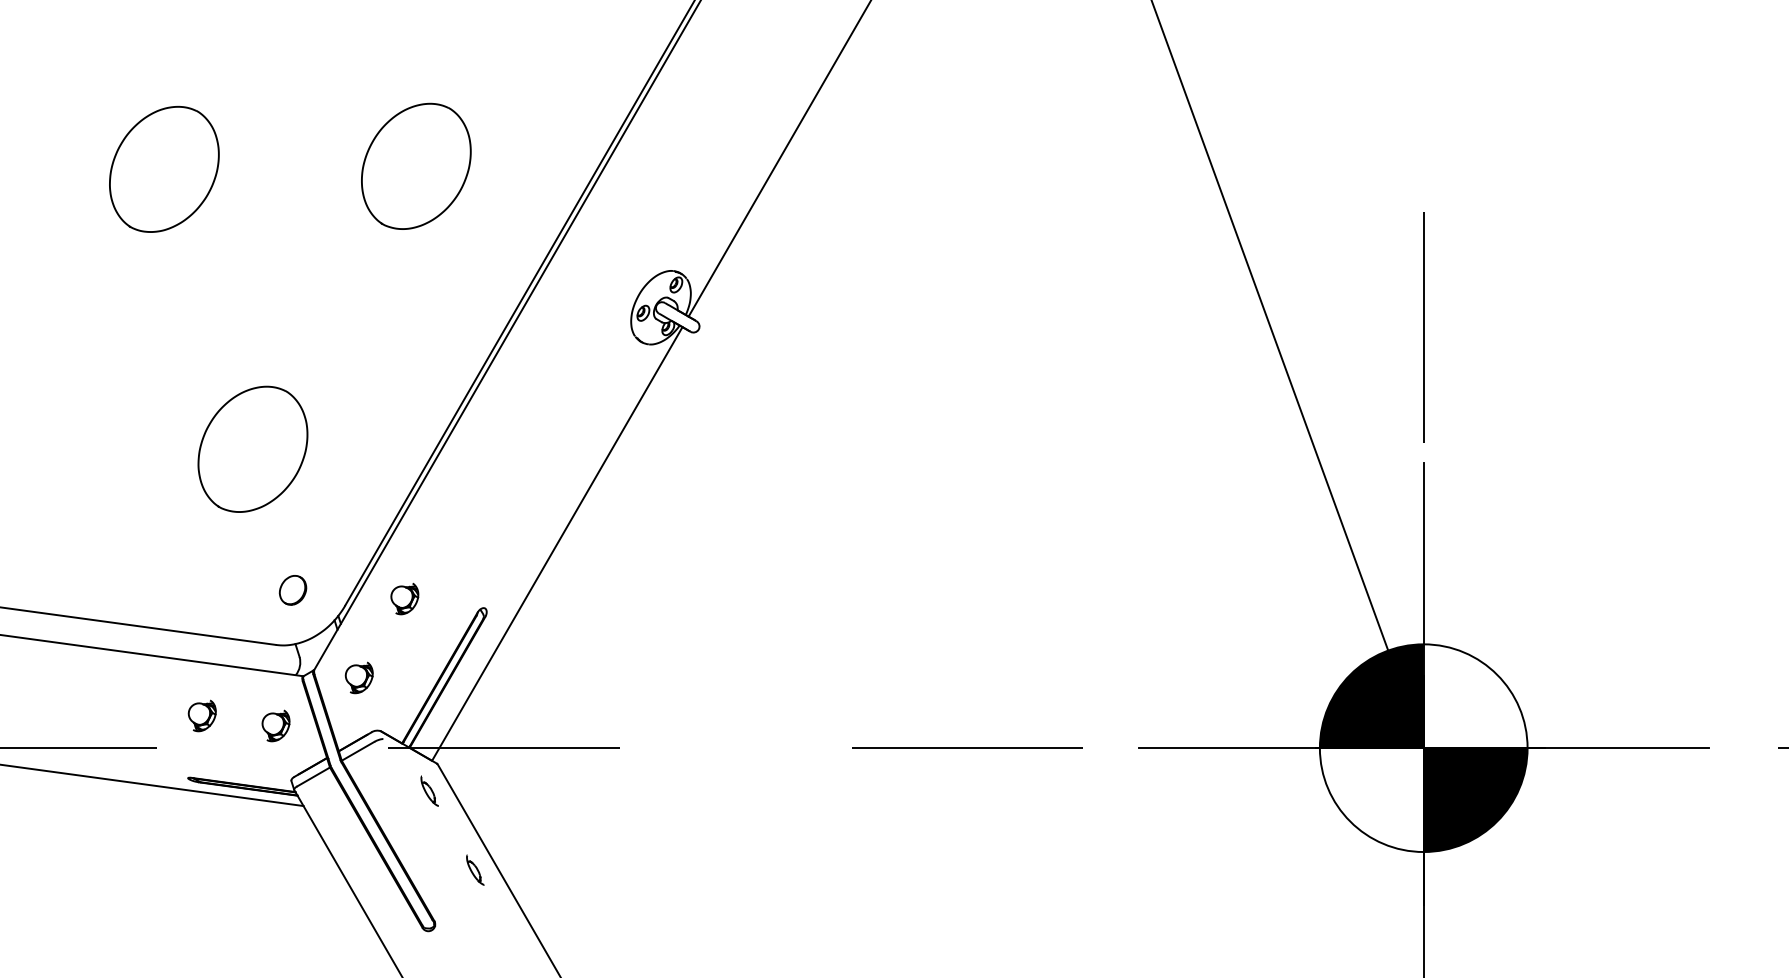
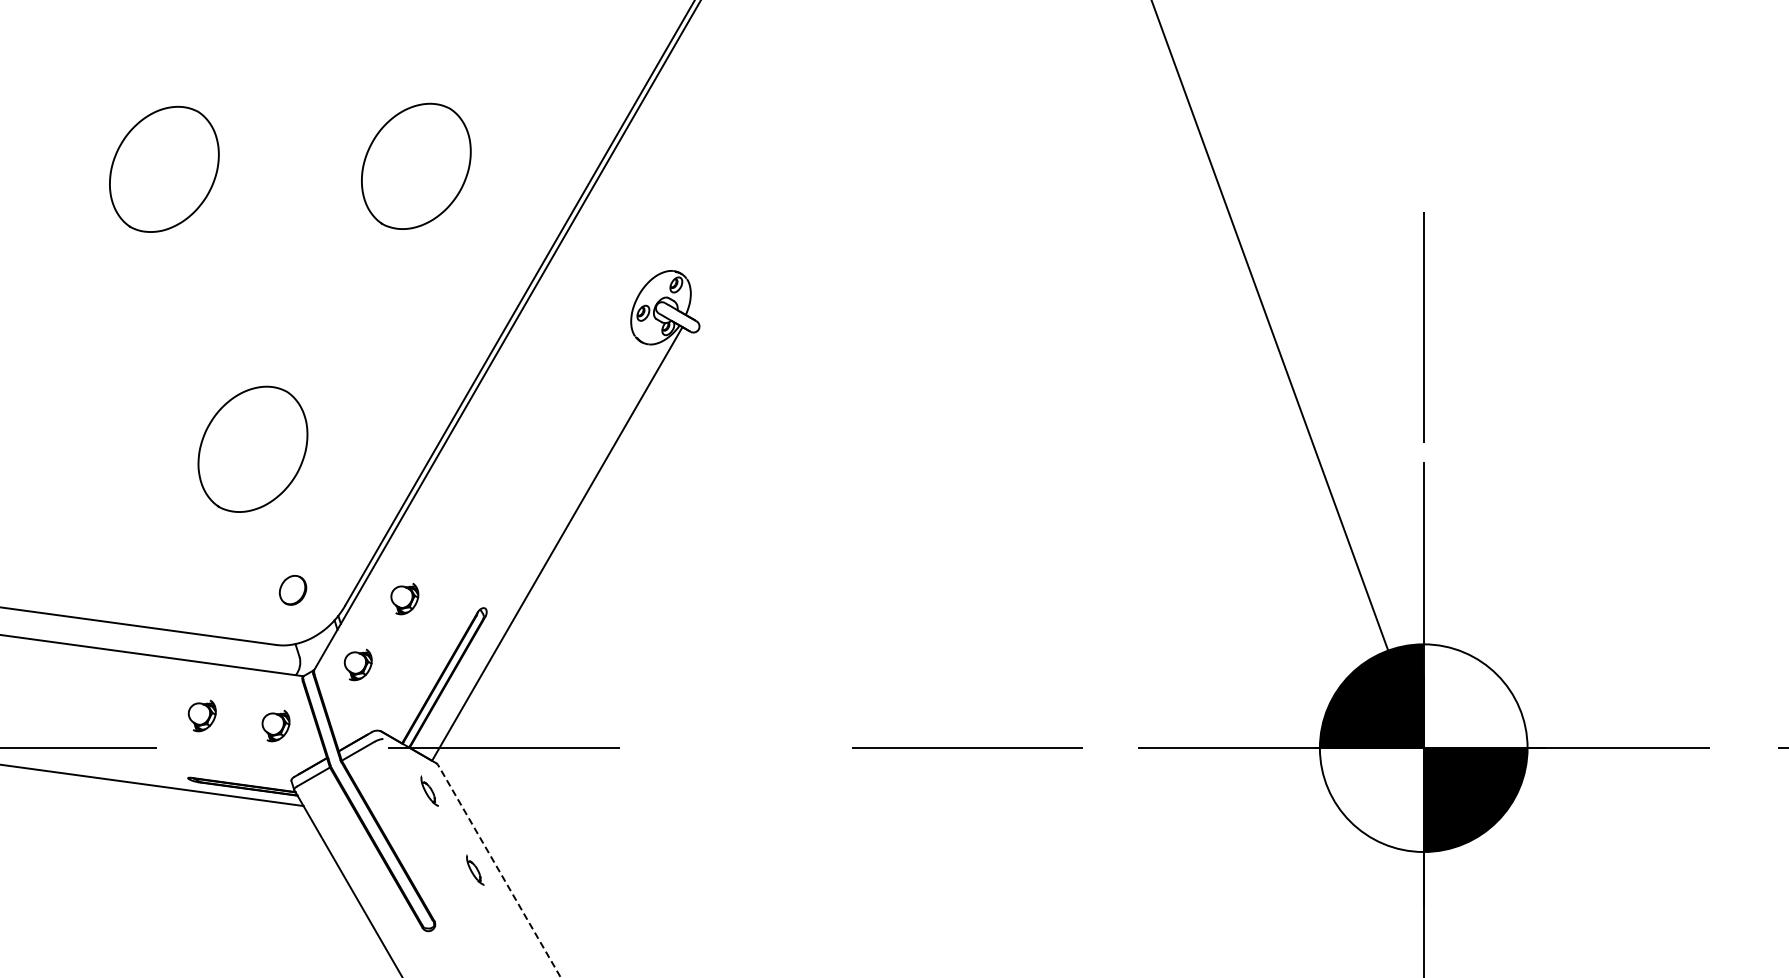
line at (778, 159): present -> none
part at (358, 677) position: (358, 677) -> (357, 664)
line at (499, 870): solid -> dashed
